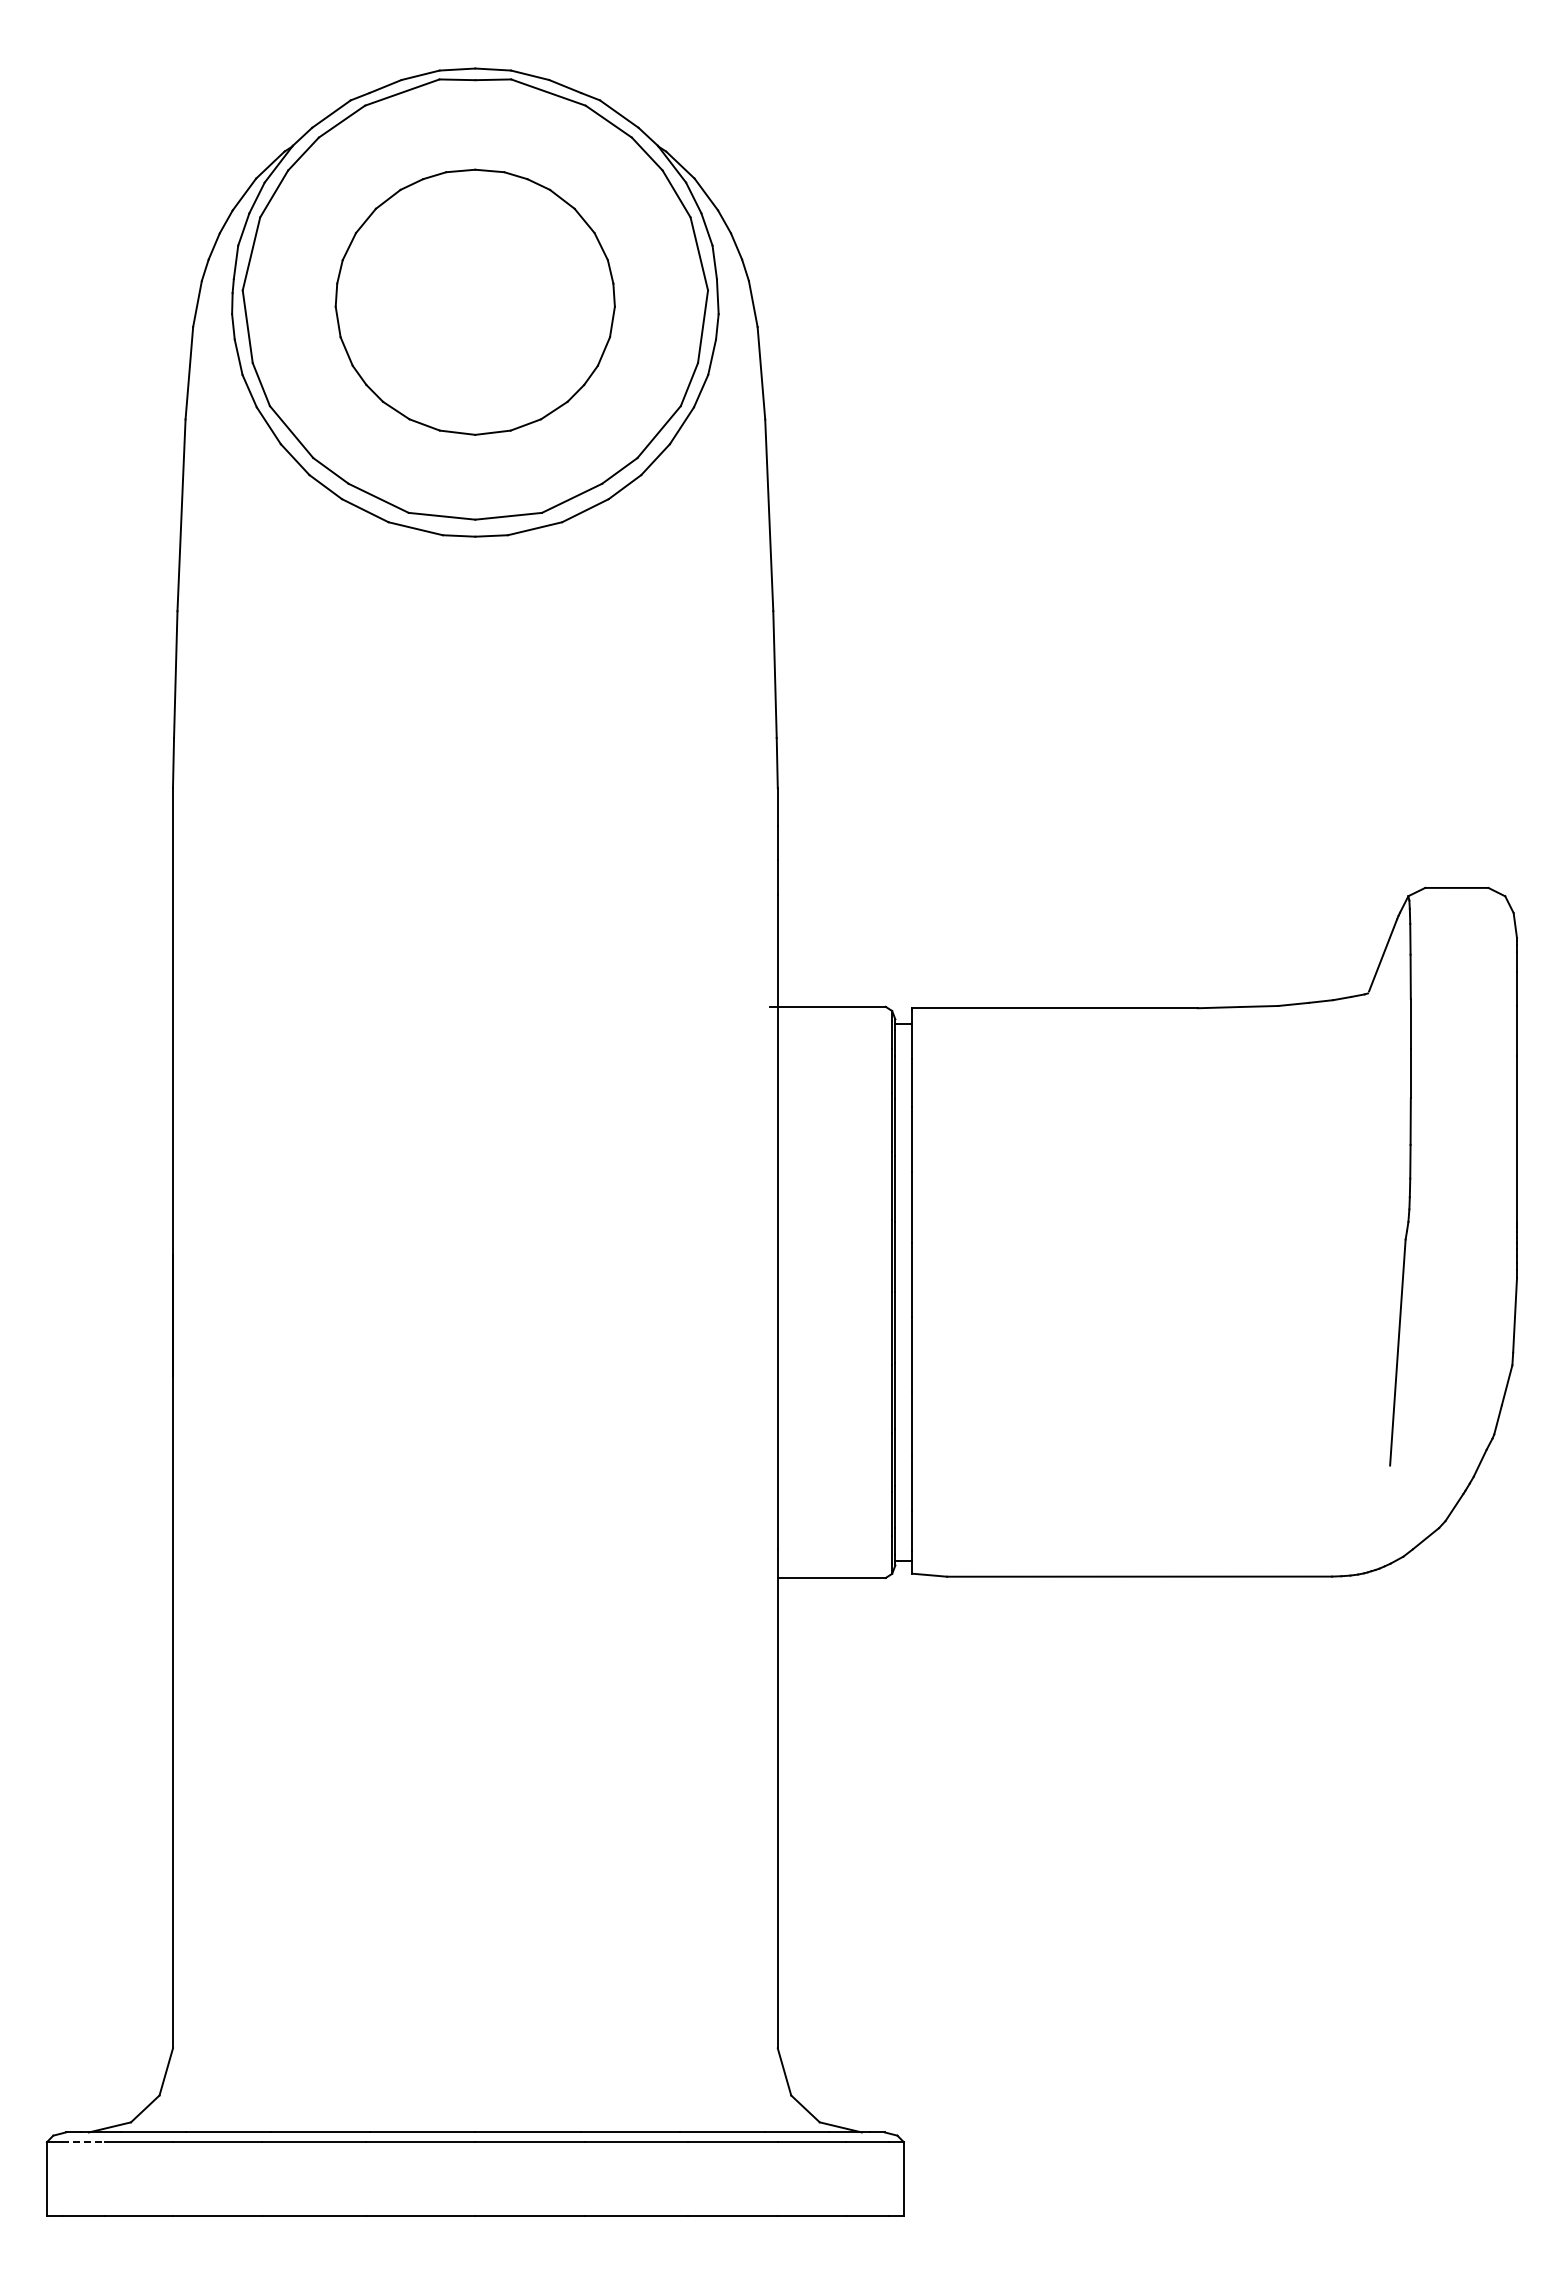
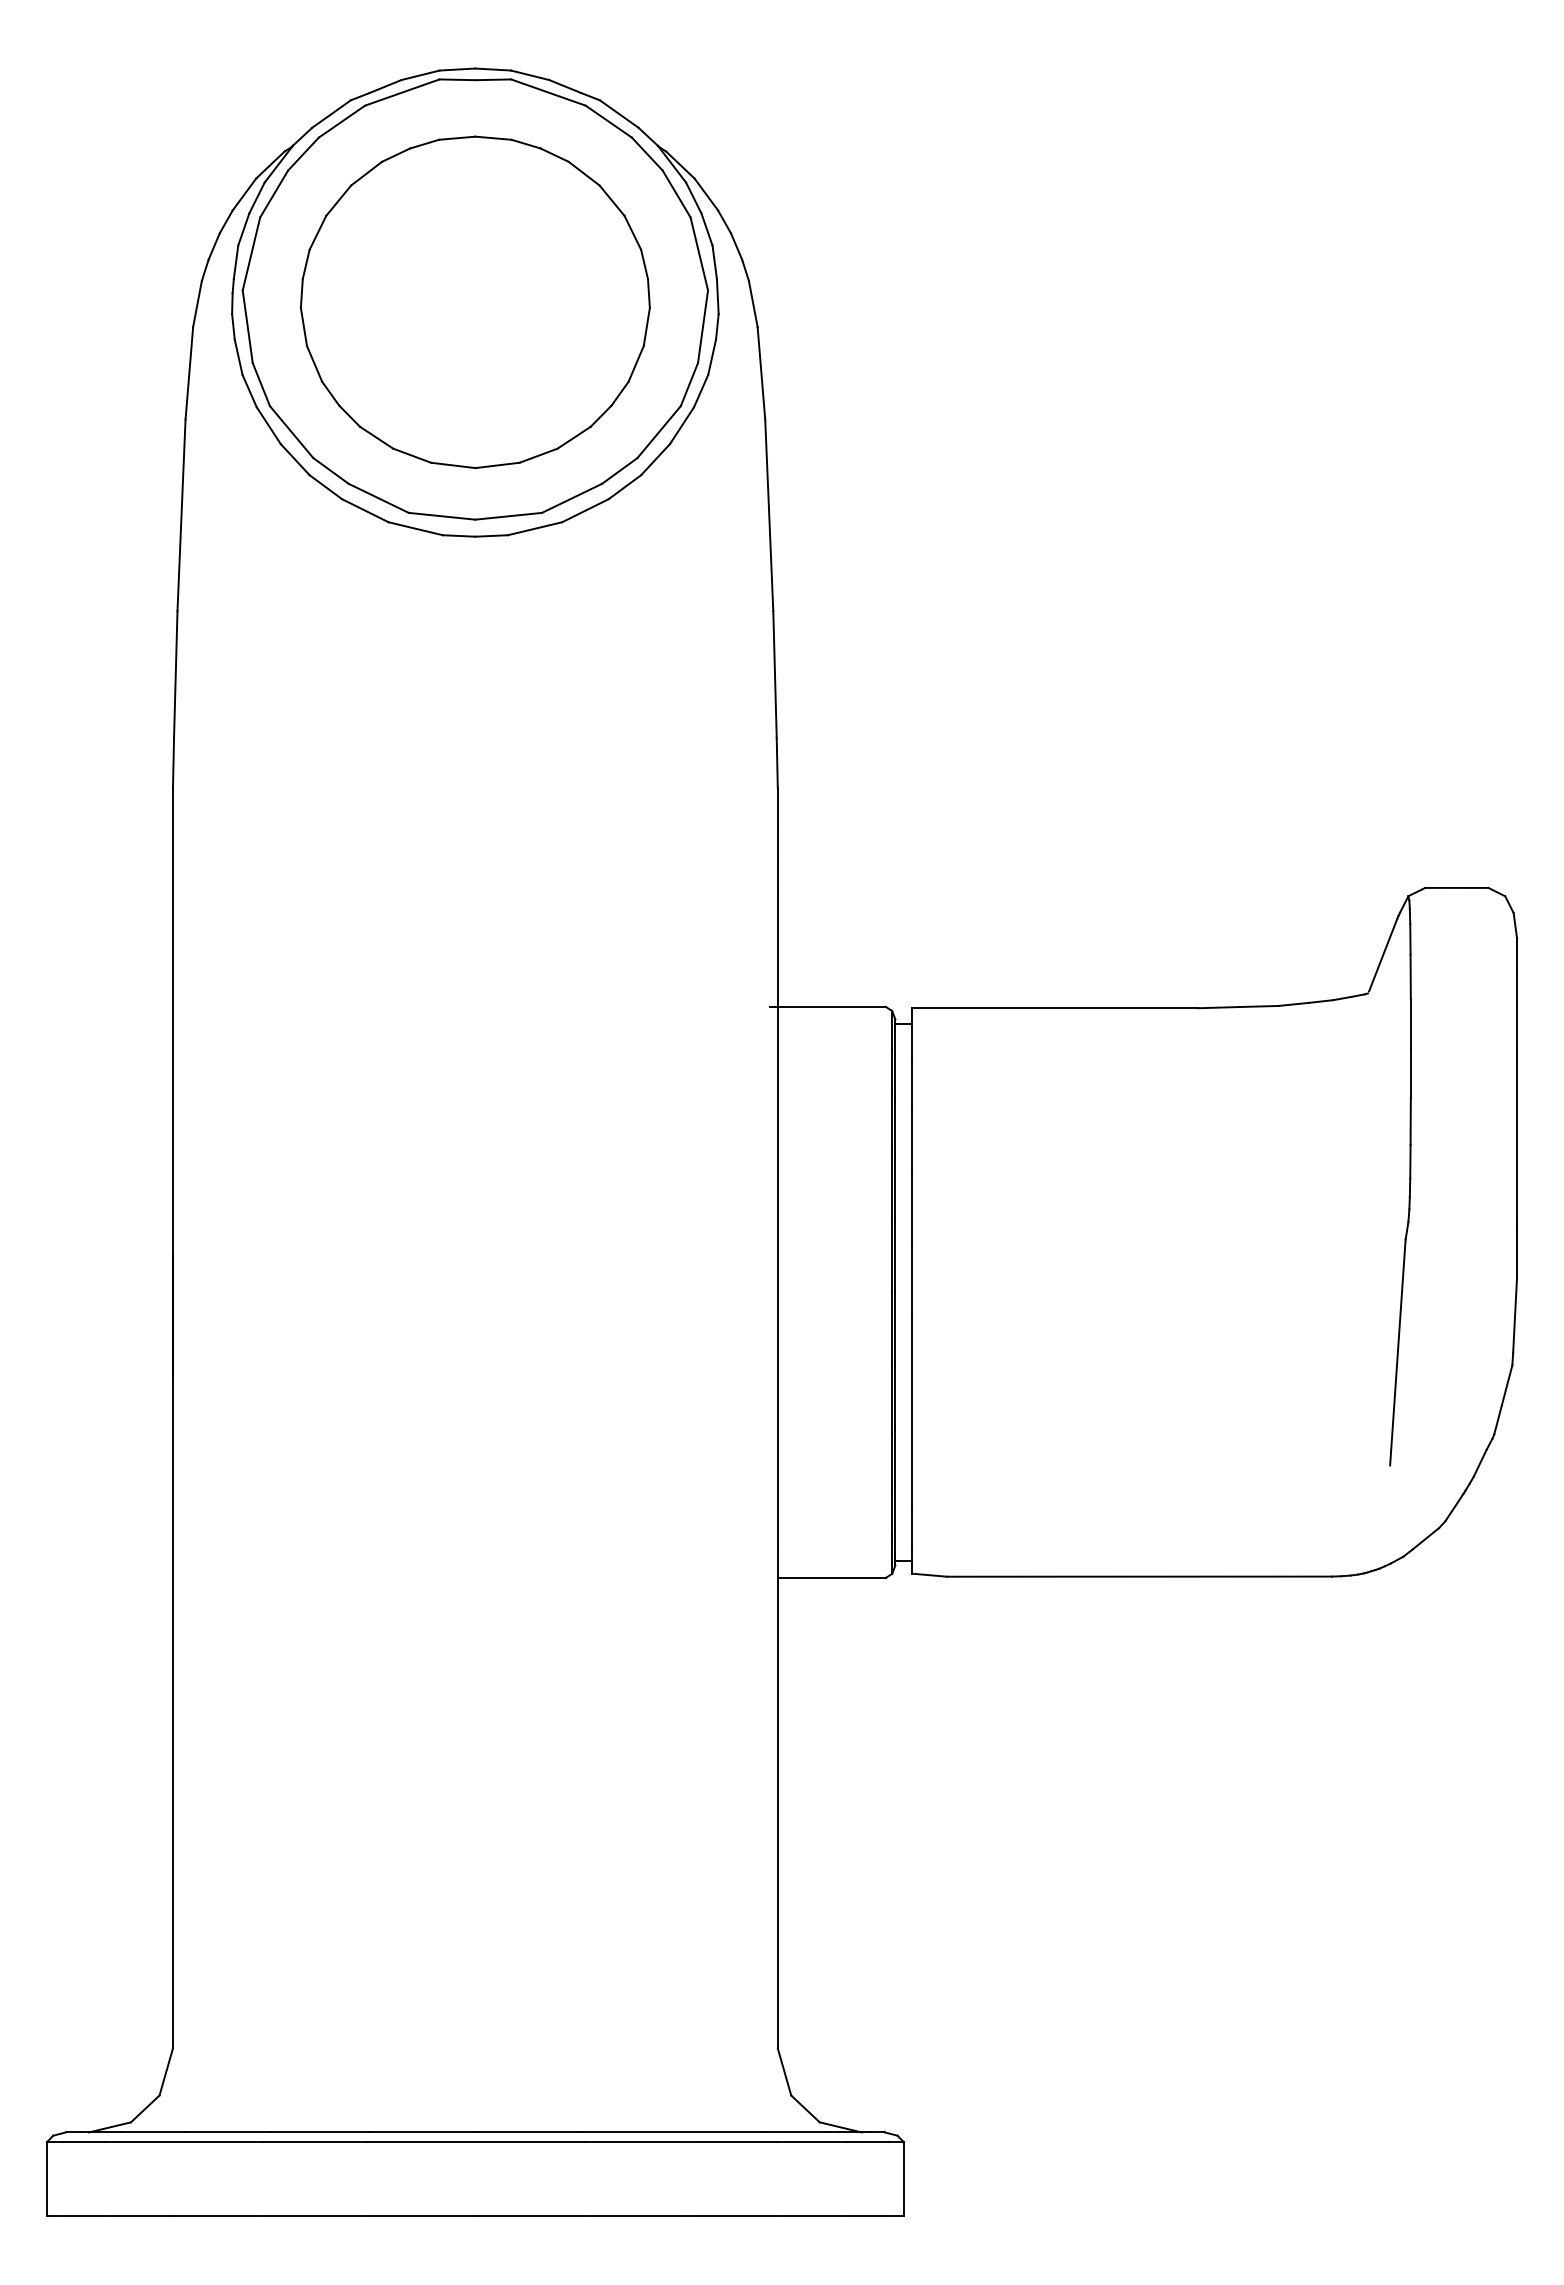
part at (474, 301) size: 282x268 px -> 352x334 px
line at (84, 2142): dashed -> solid
